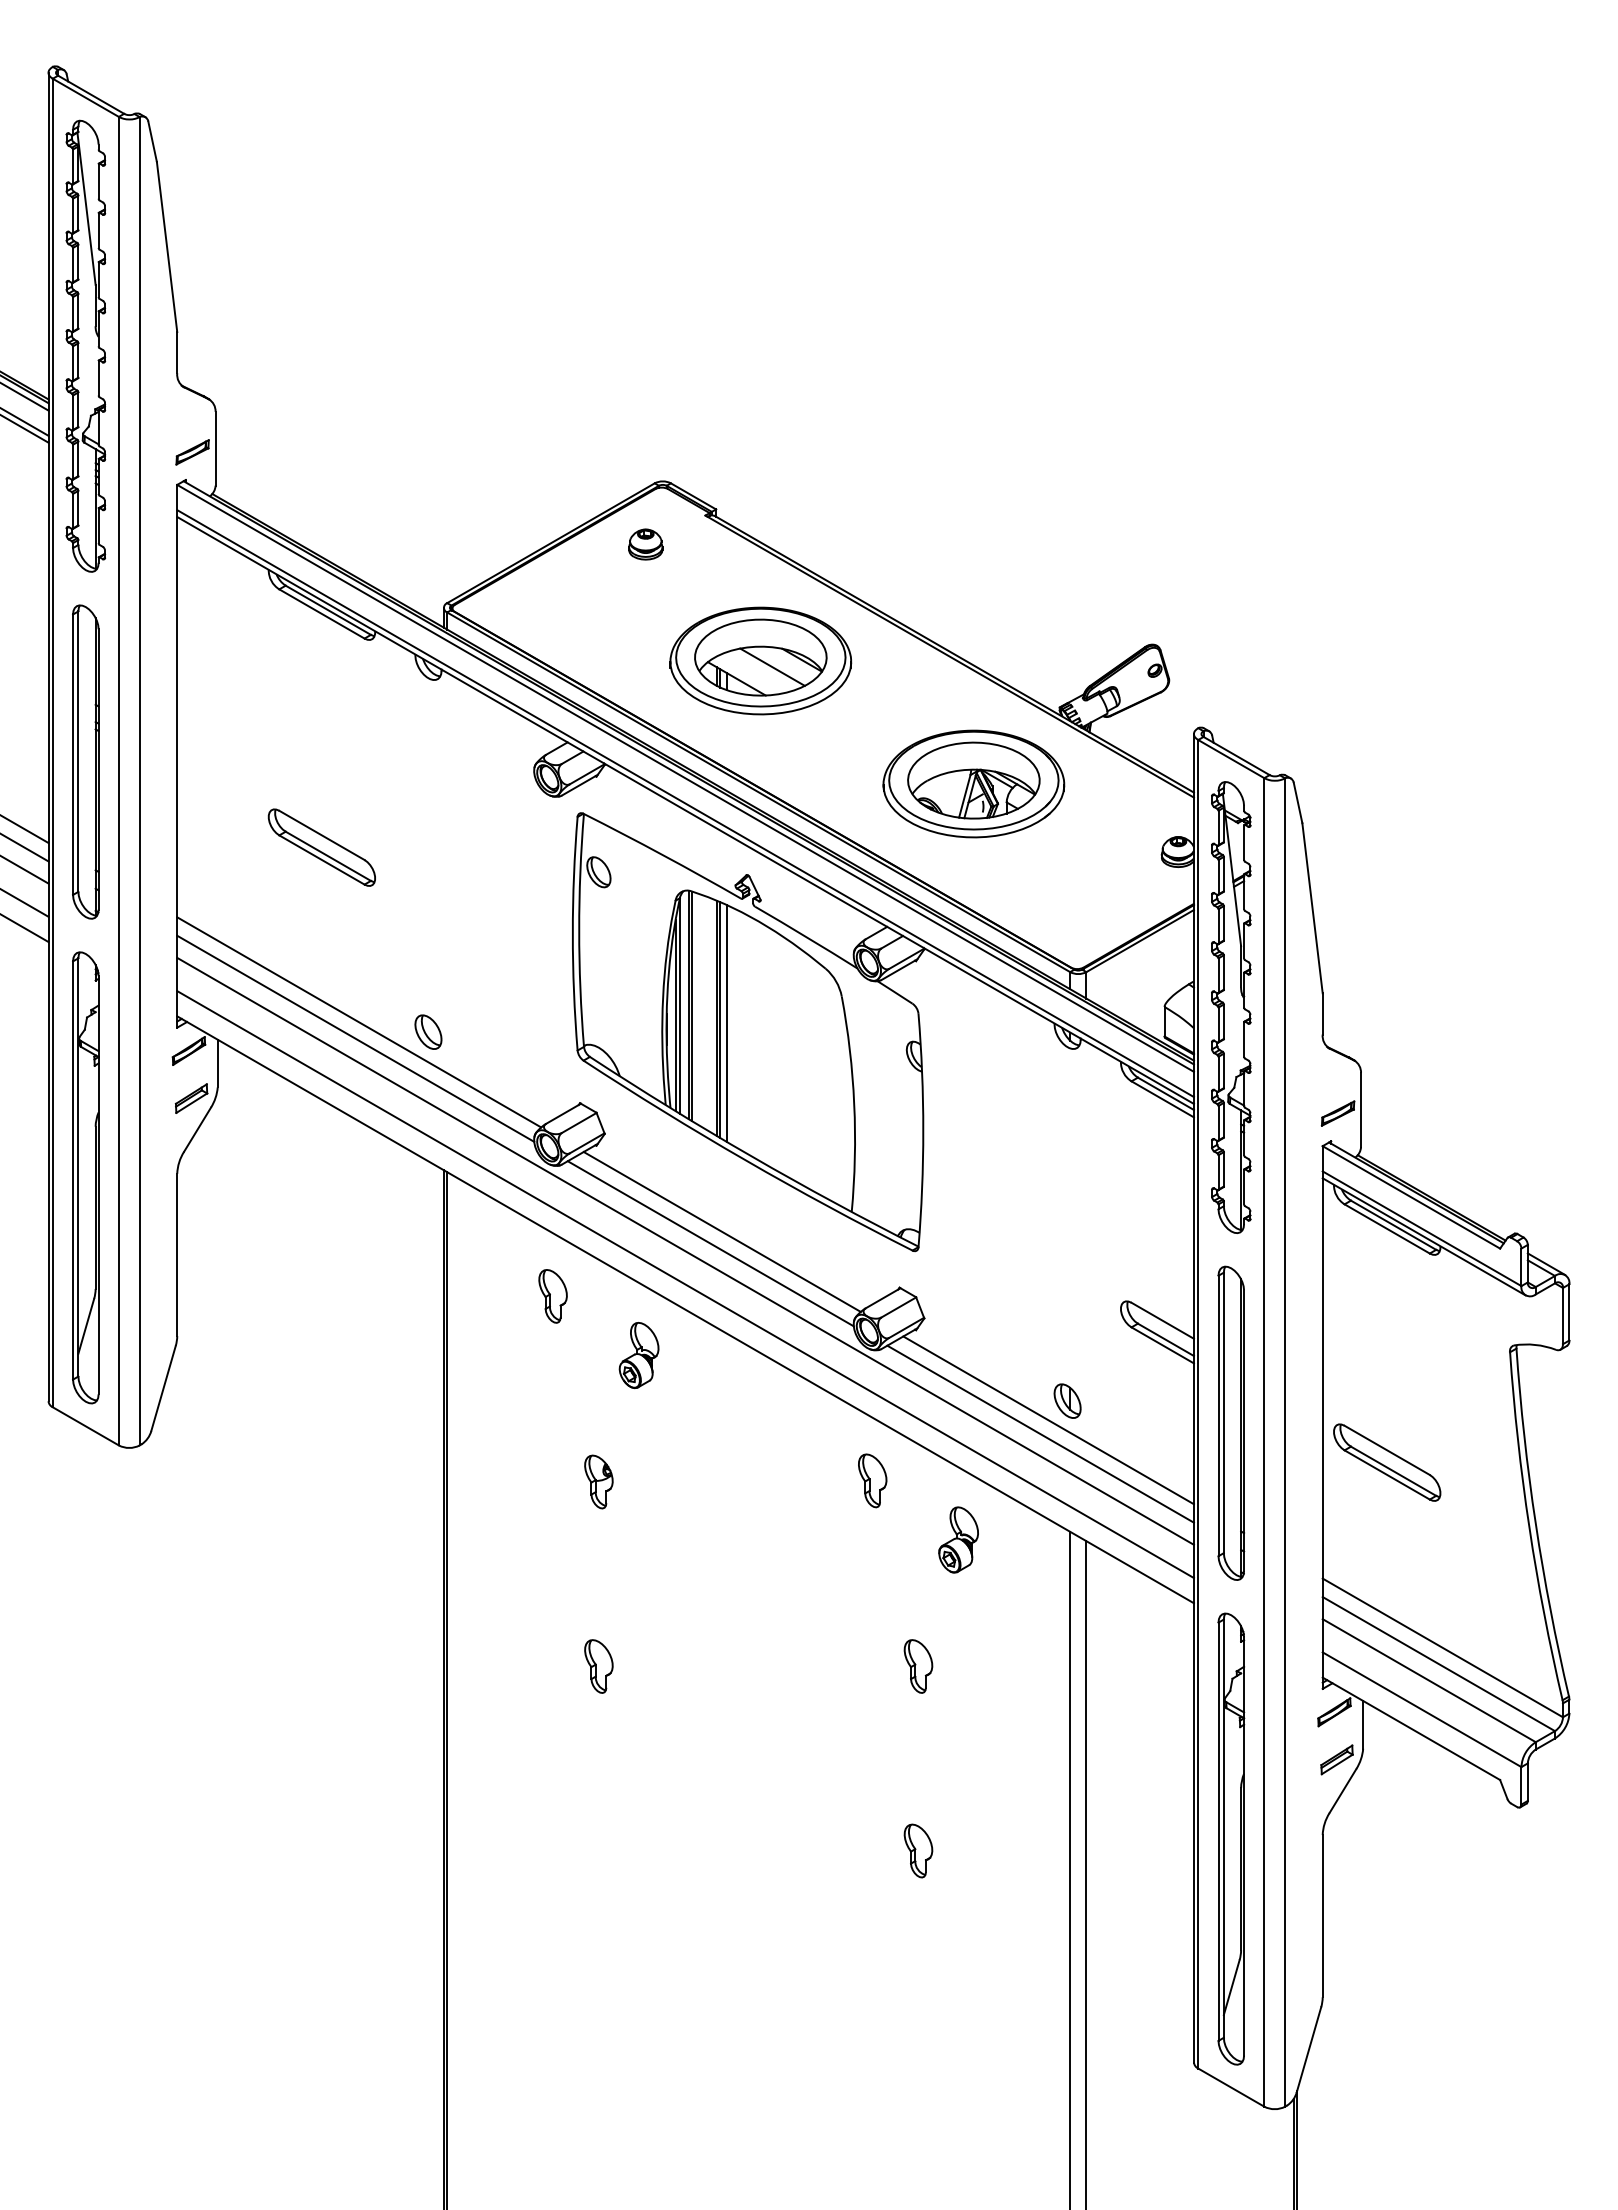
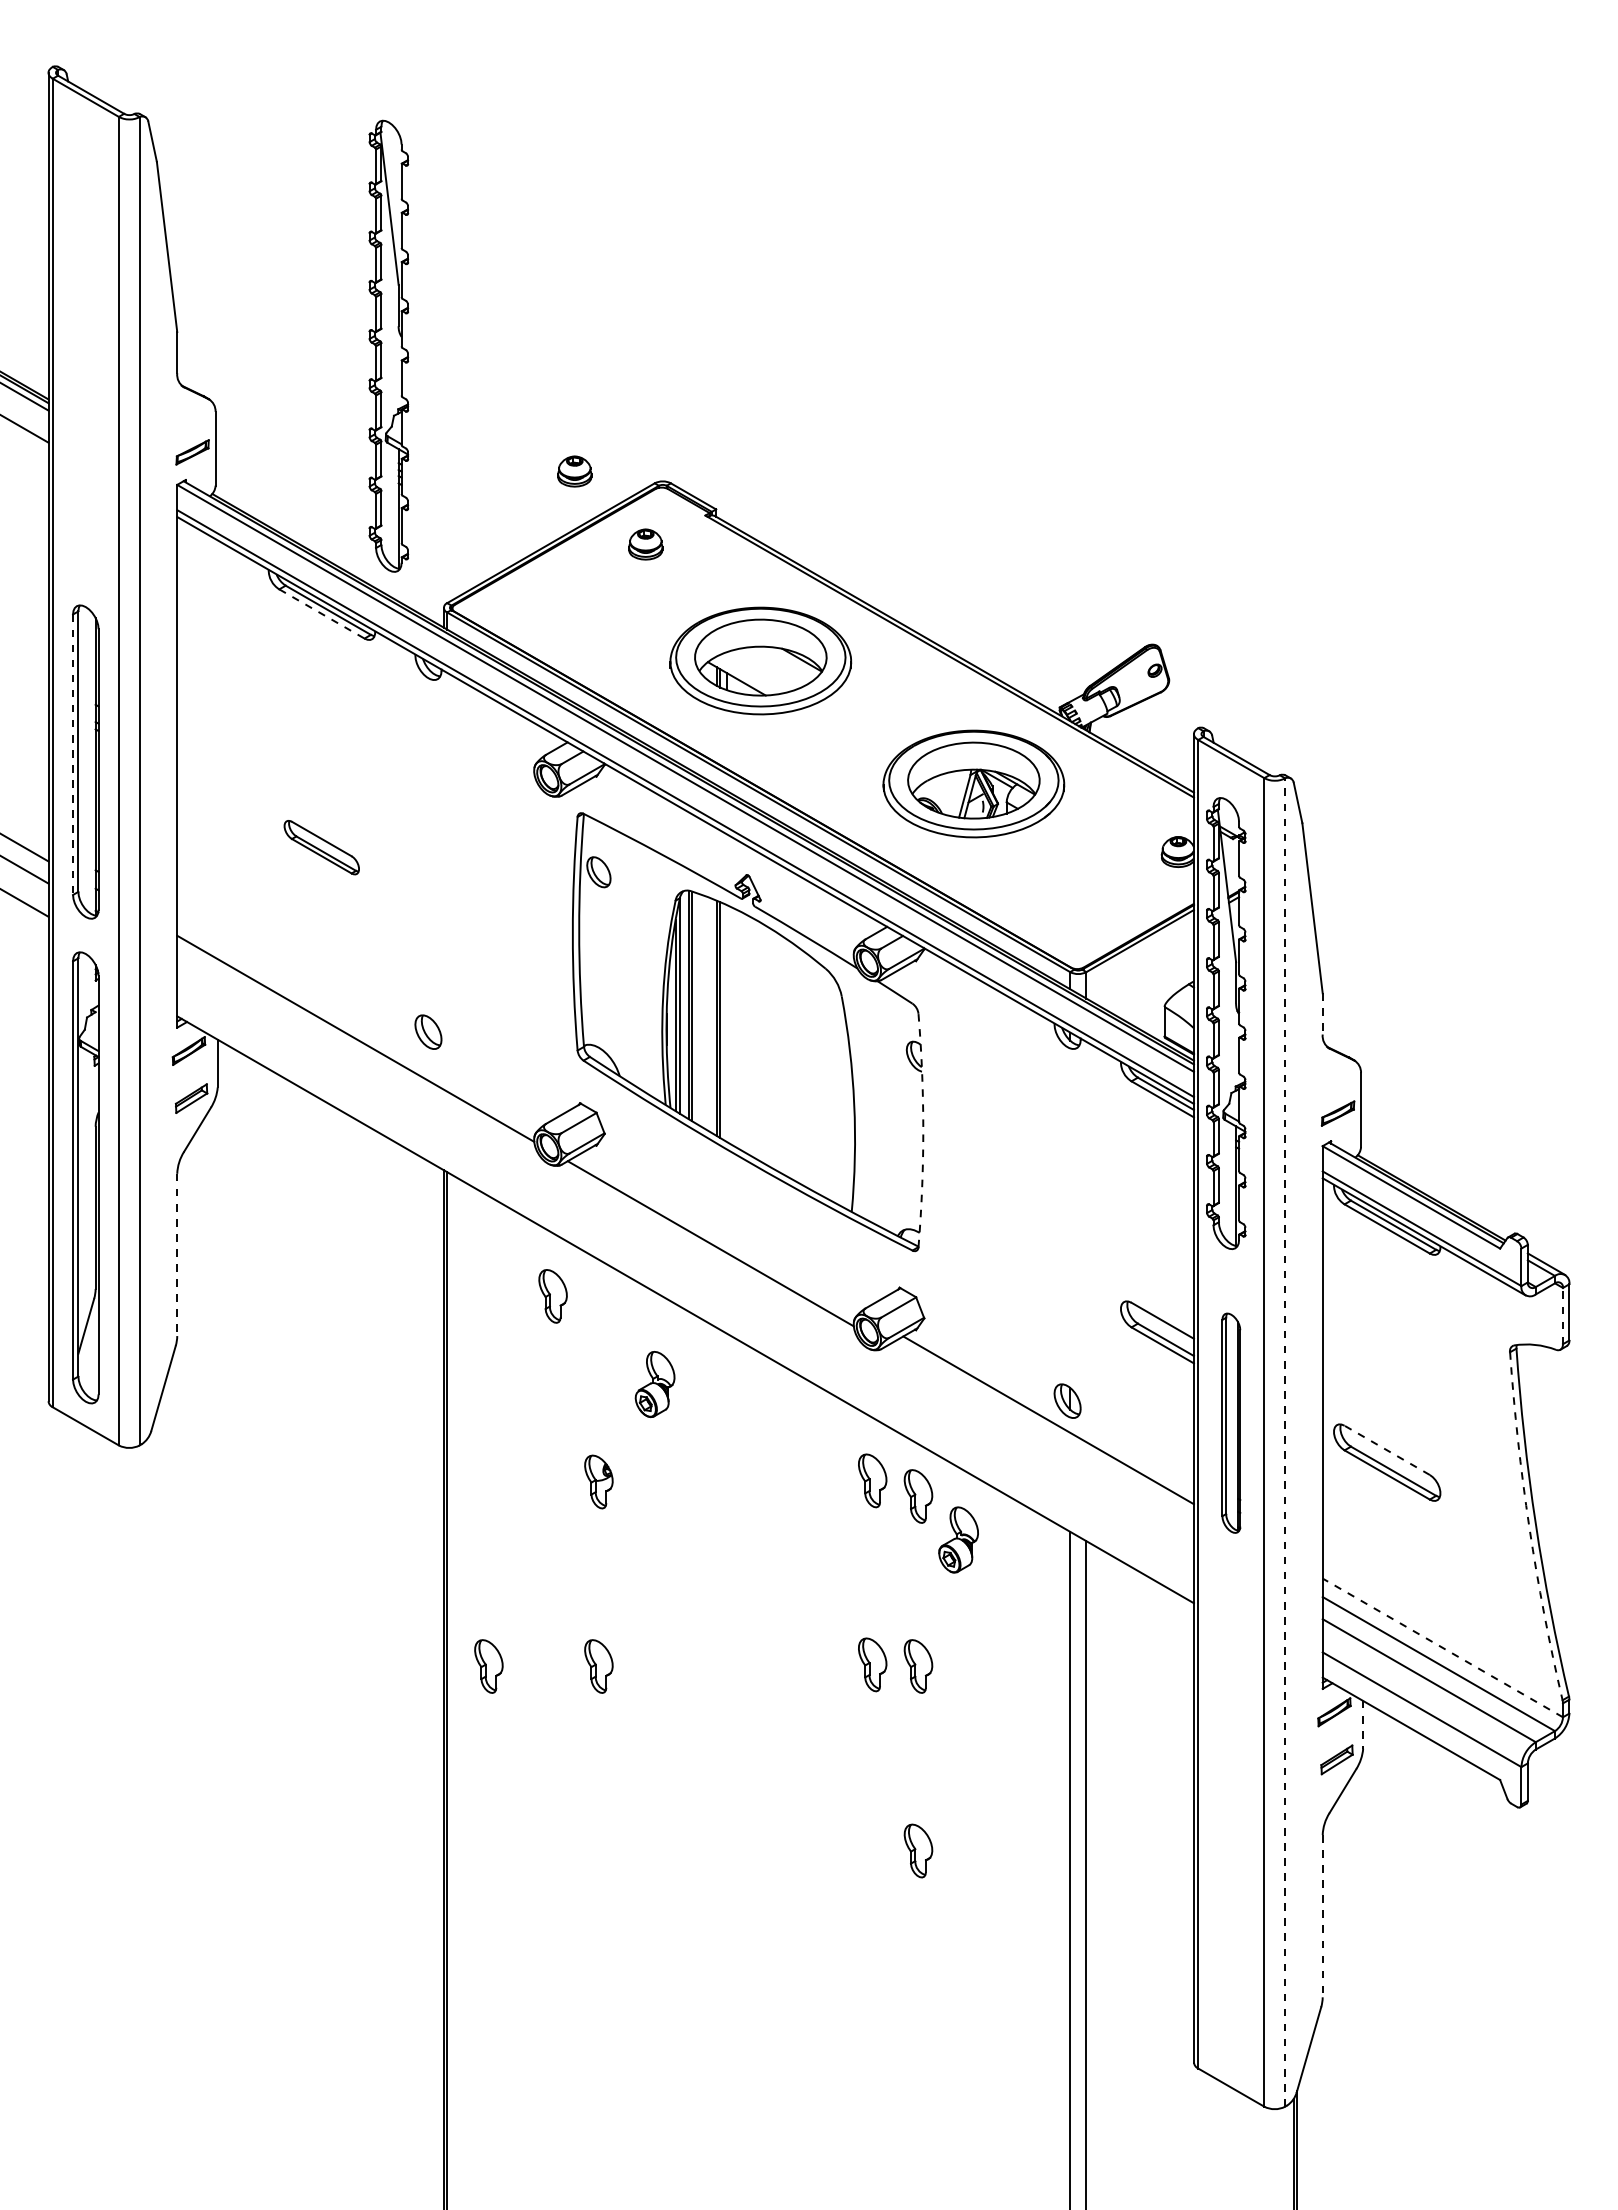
part at (85, 345) position: (85, 345) -> (388, 345)
line at (25, 422): present -> none
part at (574, 471): none -> present
line at (322, 614): solid -> dashed
line at (772, 666): present -> none
line at (73, 755): solid -> dashed
line at (25, 829): present -> none
part at (321, 847) size: 109x79 px -> 77x56 px
line at (25, 928): present -> none
part at (1231, 1007) position: (1231, 1007) -> (1226, 1023)
line at (1322, 1013): solid -> dashed
line at (359, 1022): present -> none
line at (727, 1023): present -> none
arc at (923, 1130): solid -> dashed
line at (721, 1231): present -> none
line at (685, 1250): present -> none
line at (177, 1255): solid -> dashed
line at (685, 1284): present -> none
line at (1562, 1315): solid -> dashed
part at (638, 1355) position: (638, 1355) -> (654, 1384)
part at (1231, 1422) size: 29x316 px -> 21x222 px
line at (1040, 1433): present -> none
line at (1285, 1442): solid -> dashed
line at (1386, 1450): solid -> dashed
part at (918, 1496): none -> present
arc at (1529, 1527): solid -> dashed
line at (1442, 1647): solid -> dashed
part at (872, 1664): none -> present
part at (488, 1666): none -> present
line at (1363, 1724): solid -> dashed
part at (1231, 1838): present -> none
line at (1322, 1916): solid -> dashed
